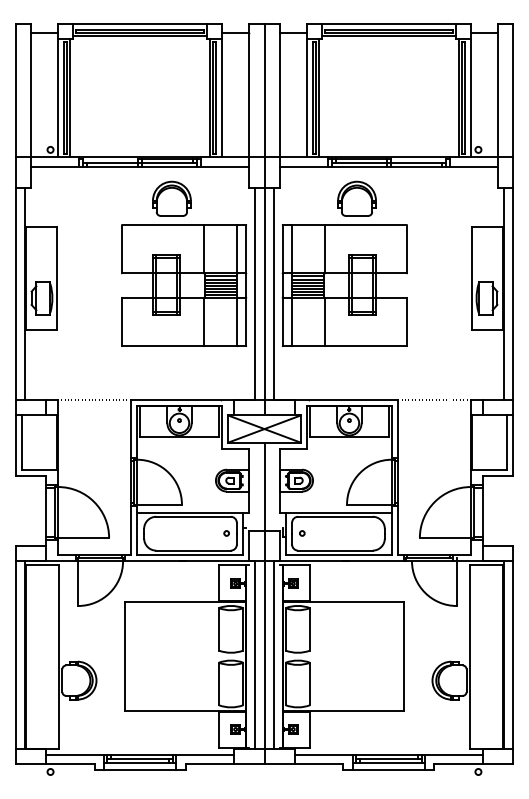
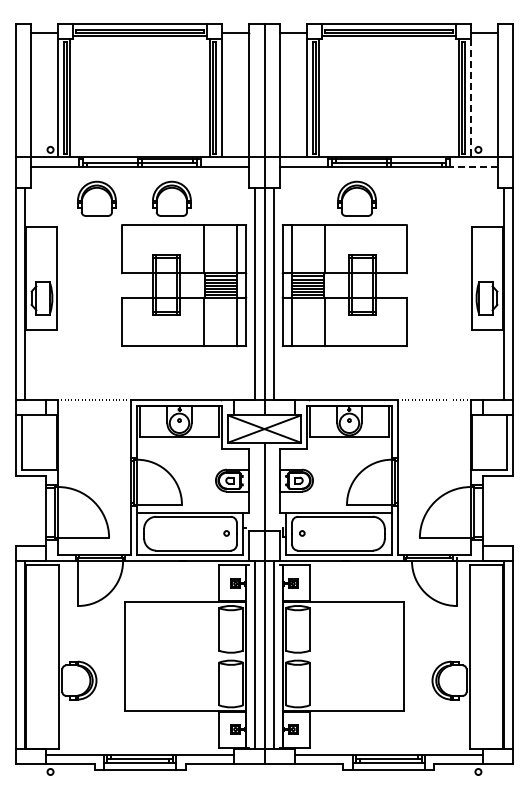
line at (470, 98): solid -> dashed
line at (473, 166): solid -> dashed
part at (96, 198): none -> present
